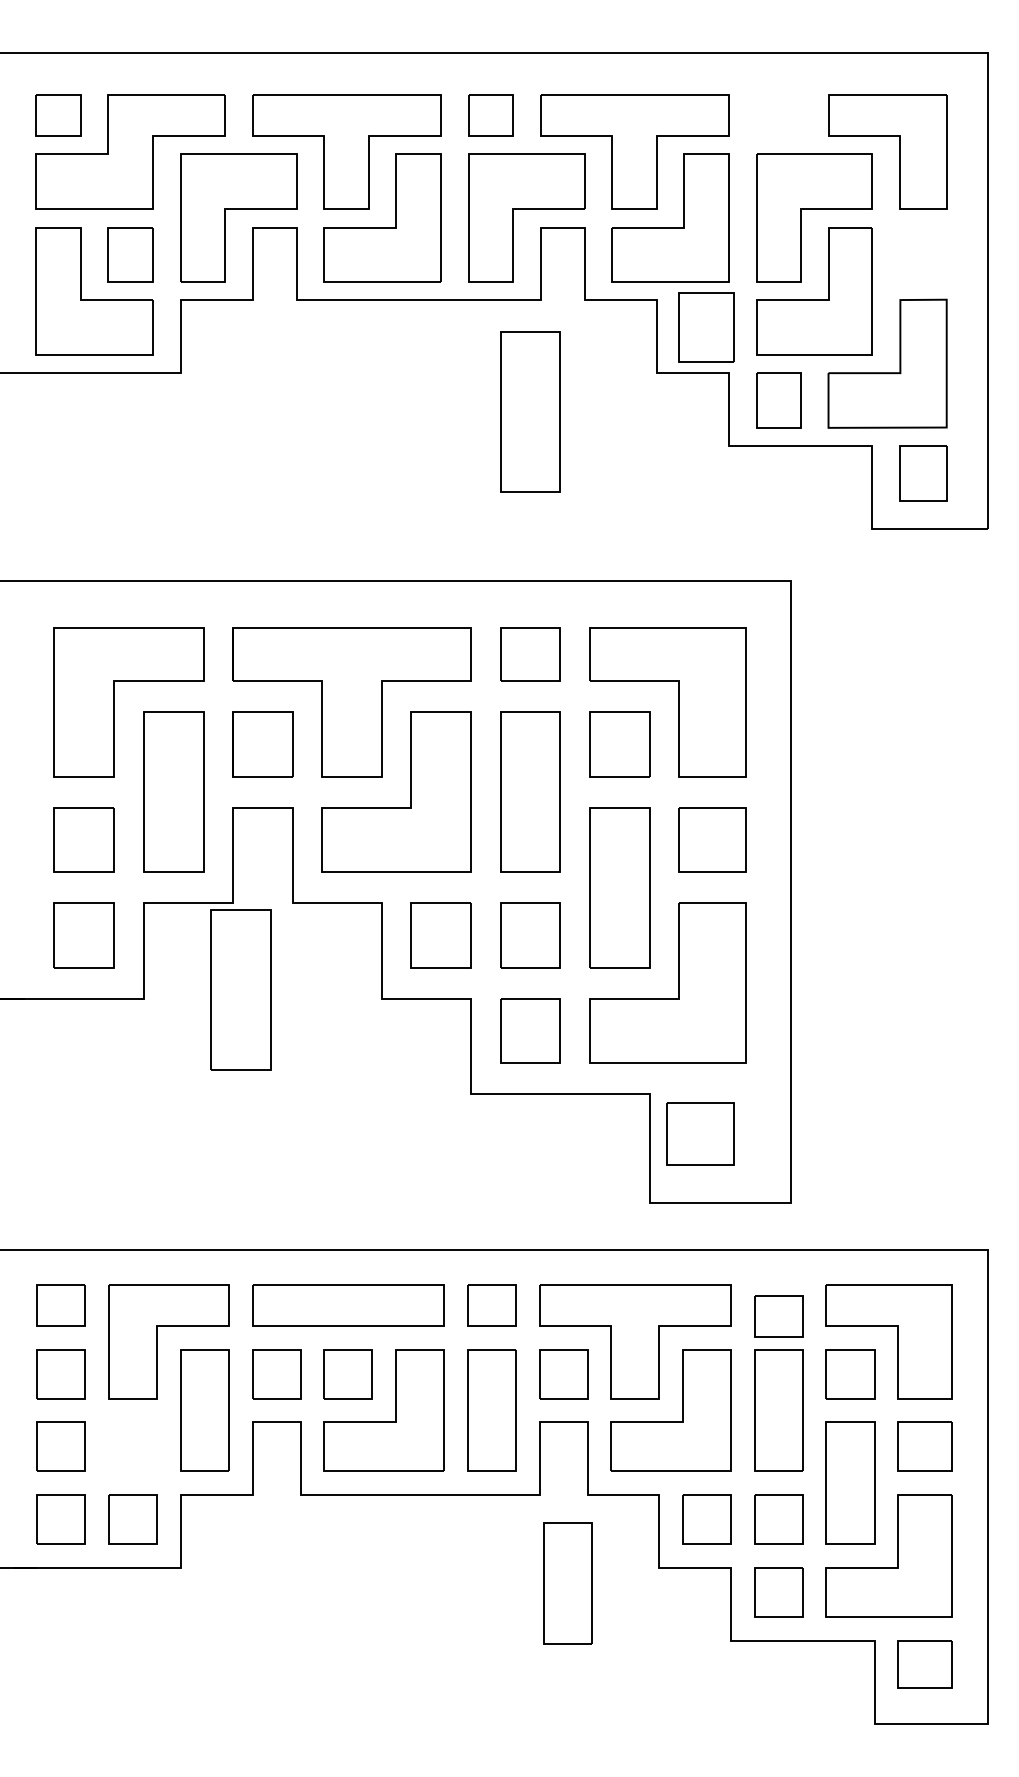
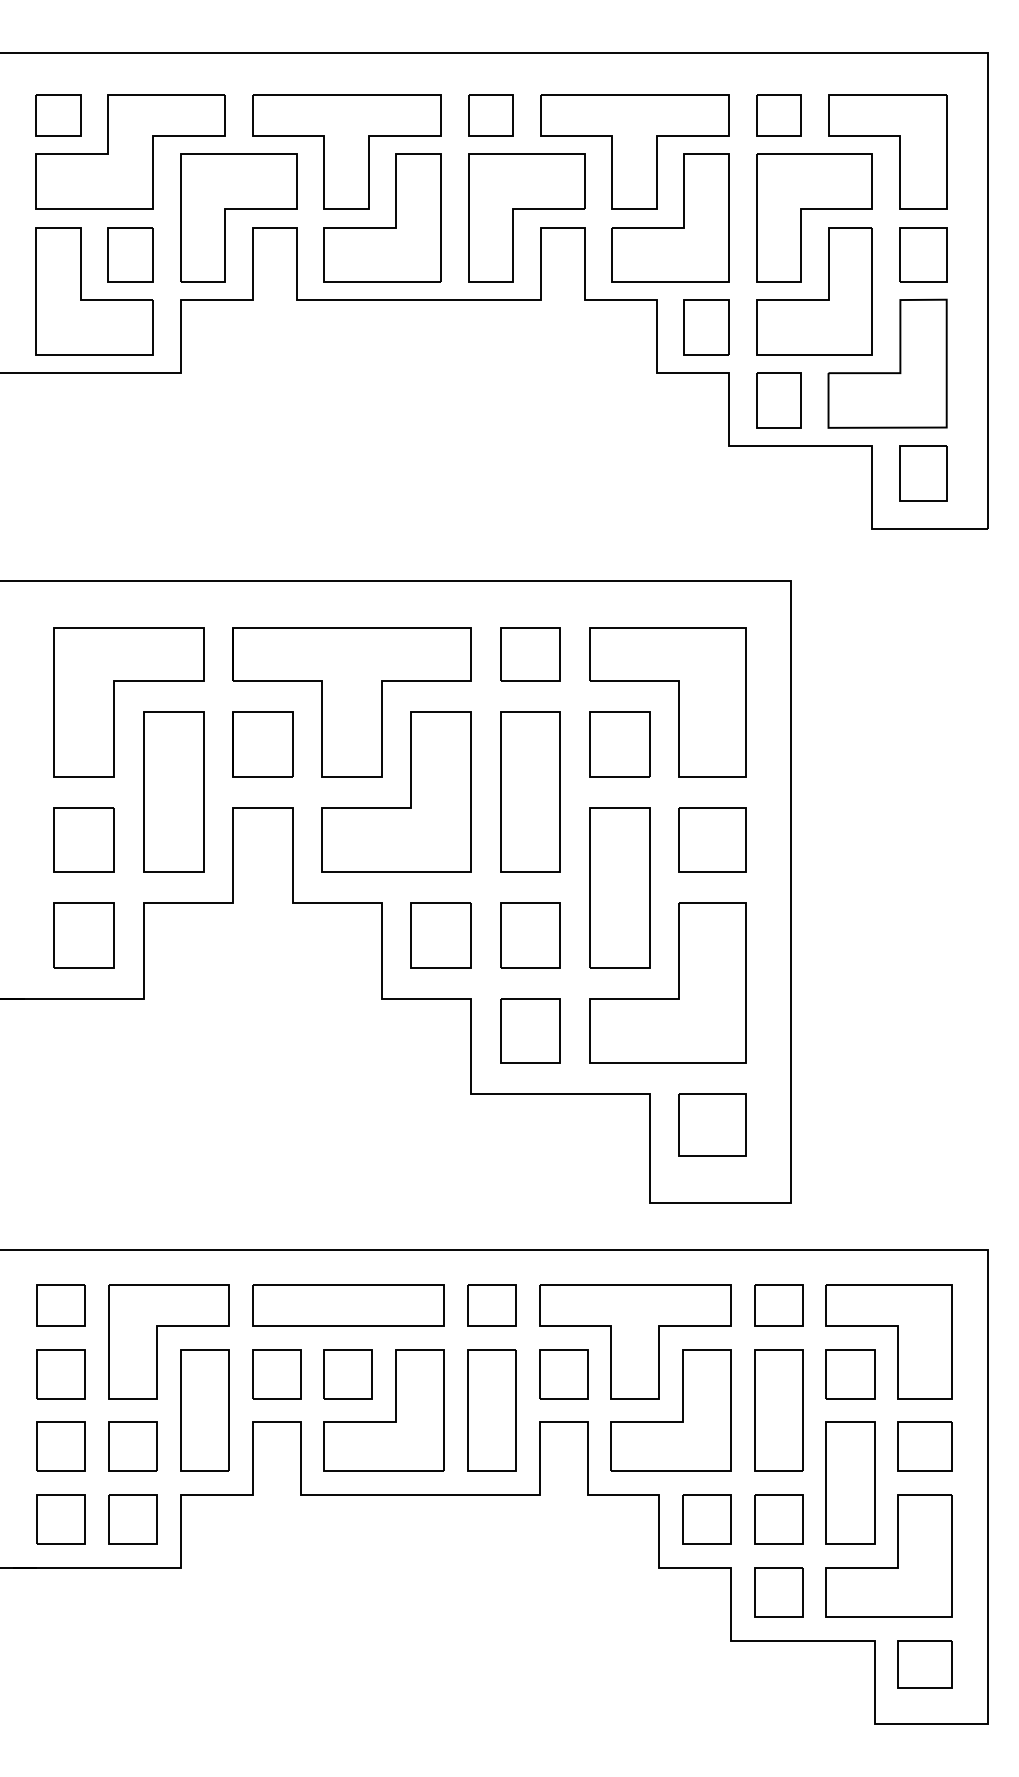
part at (778, 115): none -> present
part at (923, 254): none -> present
part at (706, 327) size: 57x71 px -> 47x57 px
part at (530, 411): present -> none
part at (240, 989): present -> none
part at (700, 1133) position: (700, 1133) -> (712, 1124)
part at (778, 1316) position: (778, 1316) -> (778, 1305)
part at (132, 1446): none -> present
part at (567, 1583): present -> none
